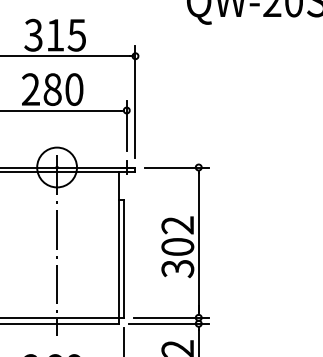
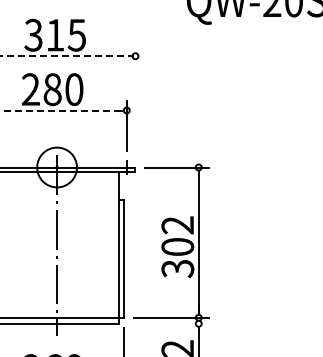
line at (65, 56): solid -> dashed
line at (135, 101): present -> none
line at (61, 110): solid -> dashed
line at (168, 323): present -> none
